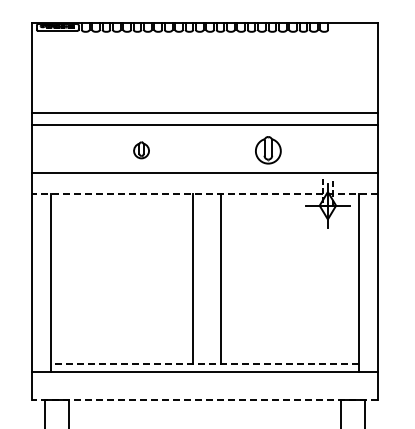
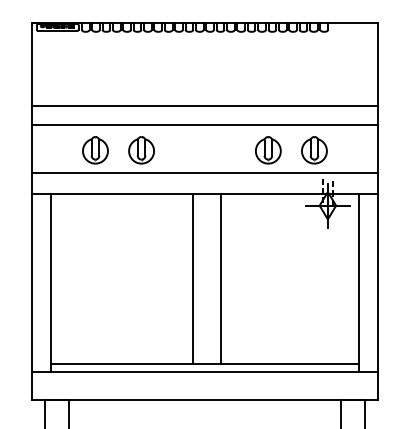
line at (204, 112) position: (204, 112) -> (204, 105)
part at (95, 150): none -> present
part at (141, 150) size: 17x19 px -> 27x29 px
part at (314, 150): none -> present
line at (204, 194): dashed -> solid
line at (204, 364): dashed -> solid
line at (204, 399): dashed -> solid
